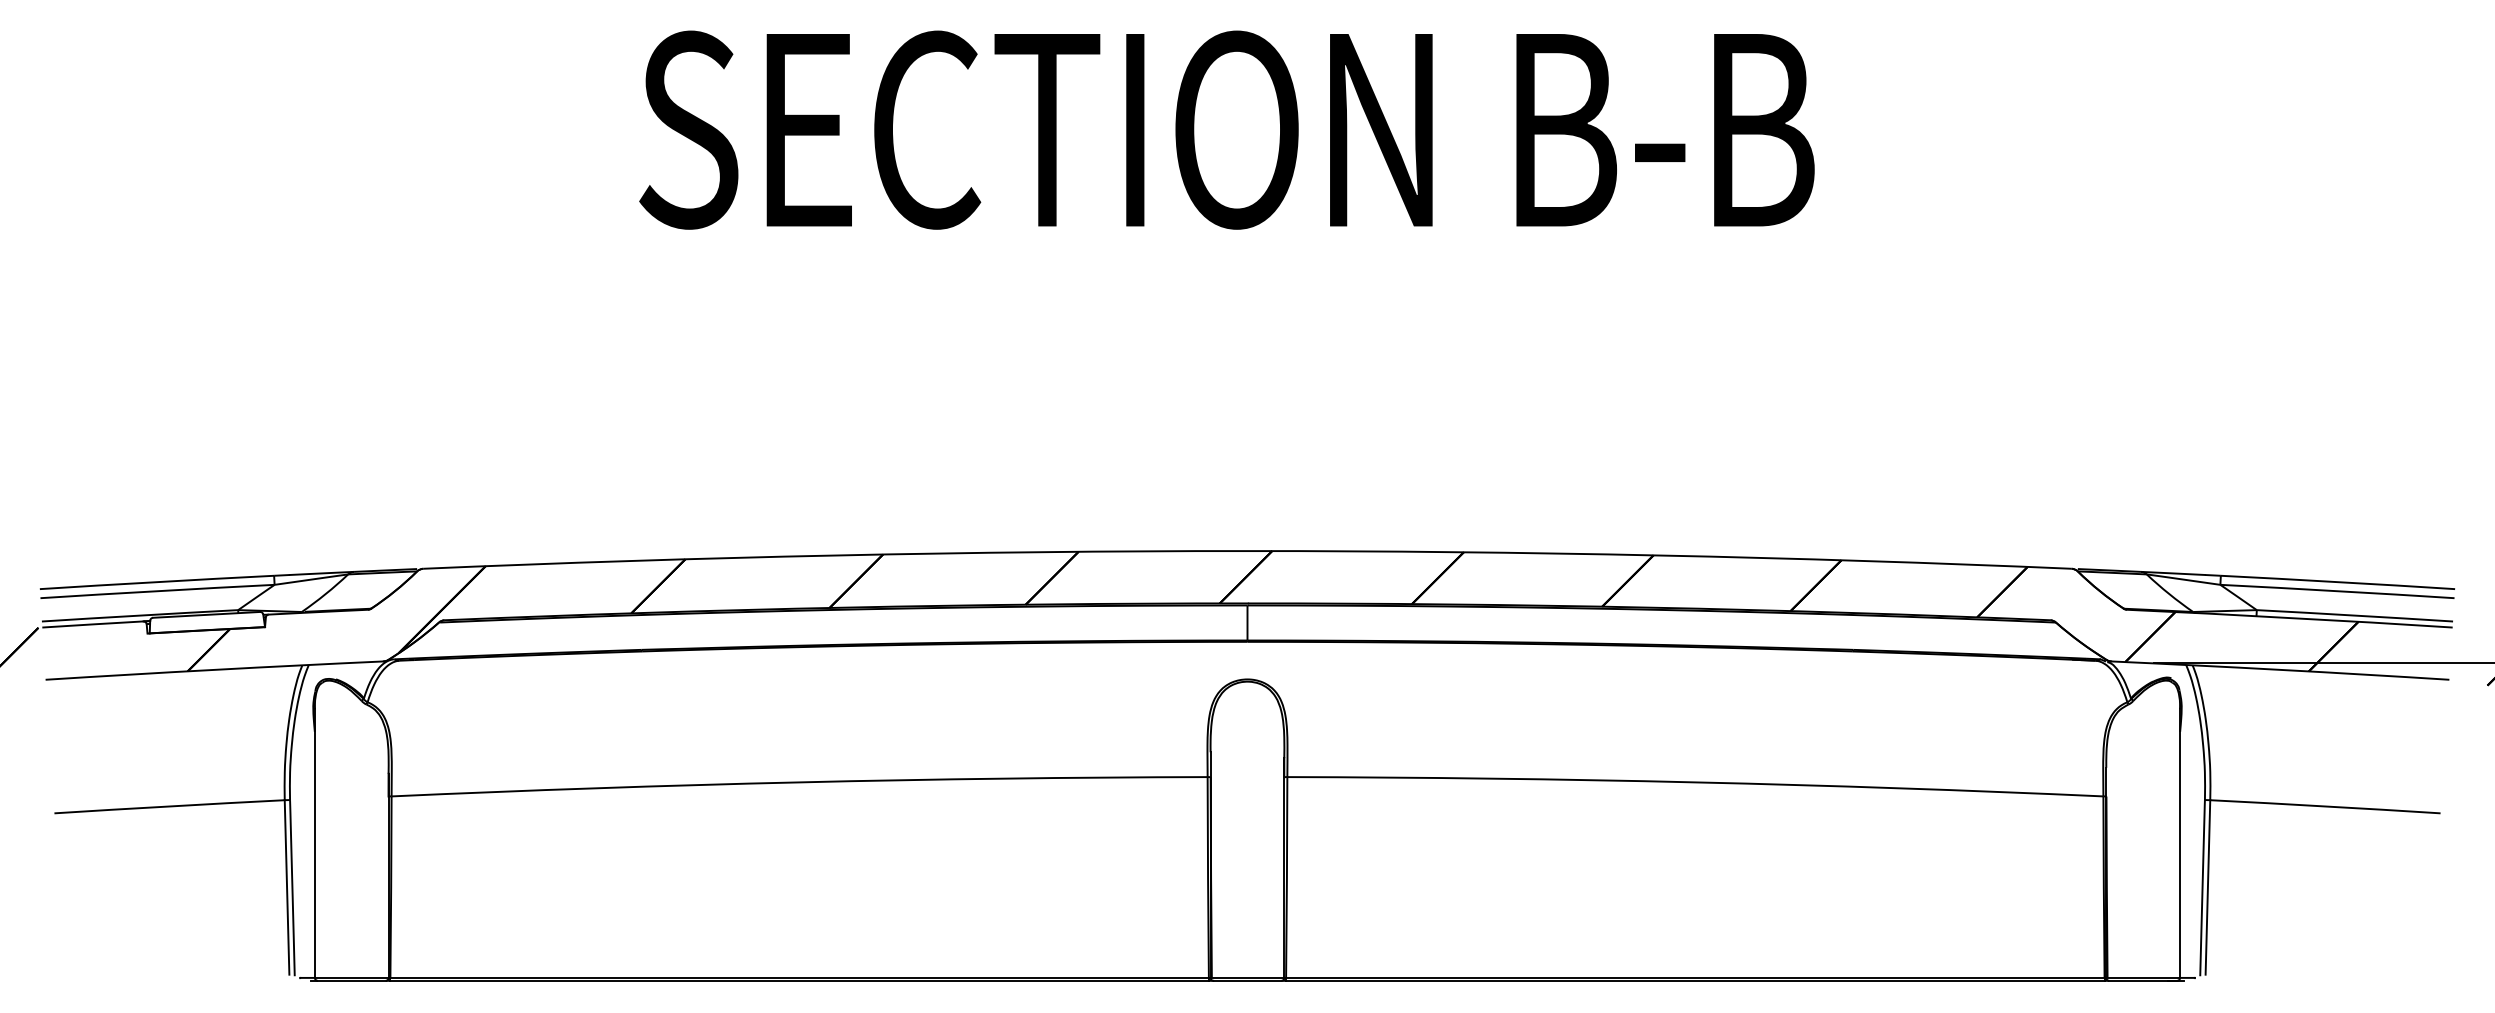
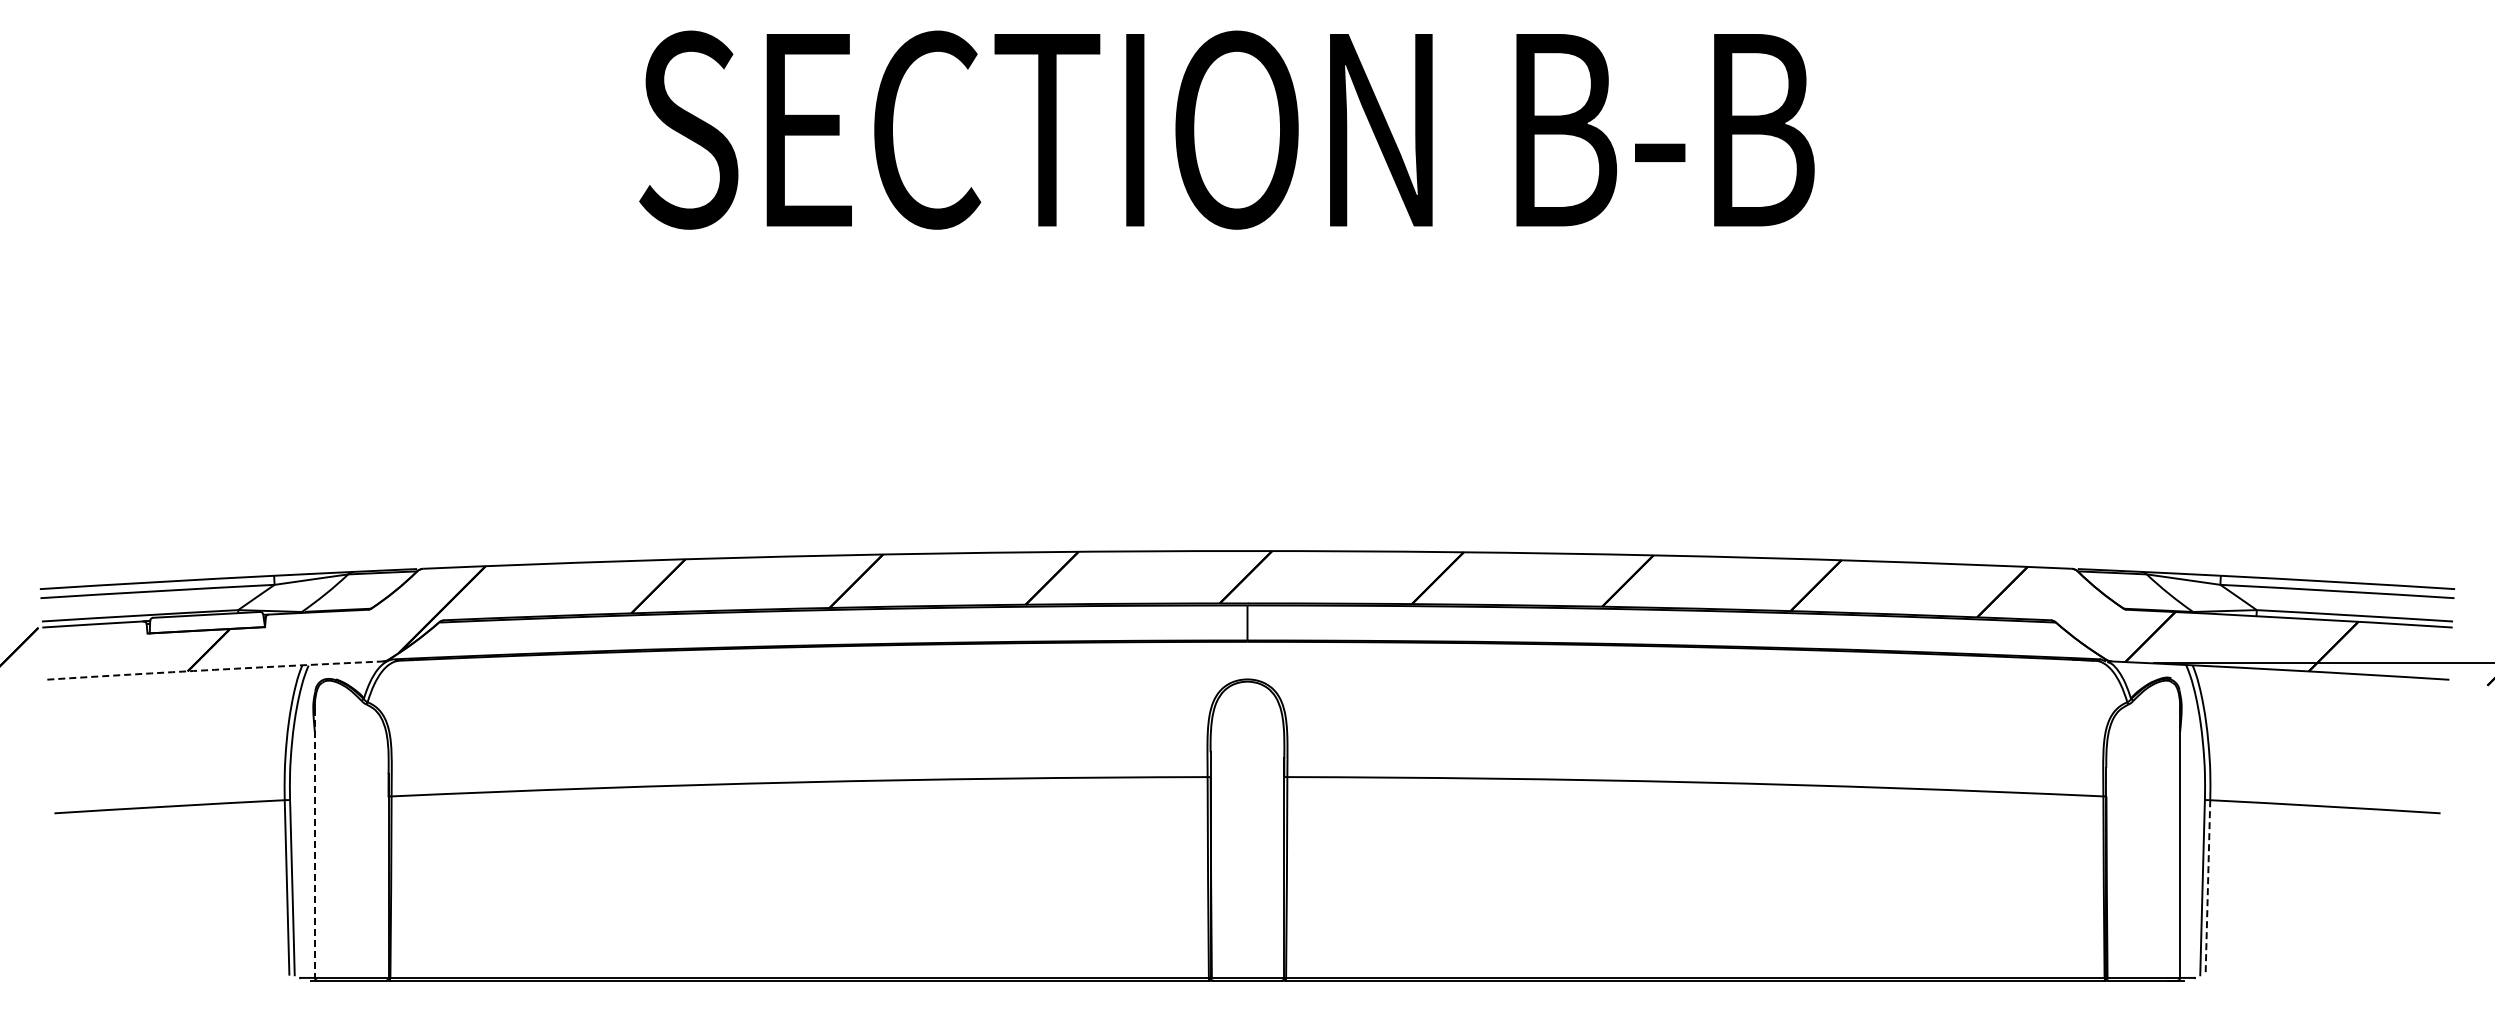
arc at (214, 669): solid -> dashed
line at (314, 844): solid -> dashed
line at (2207, 887): solid -> dashed
